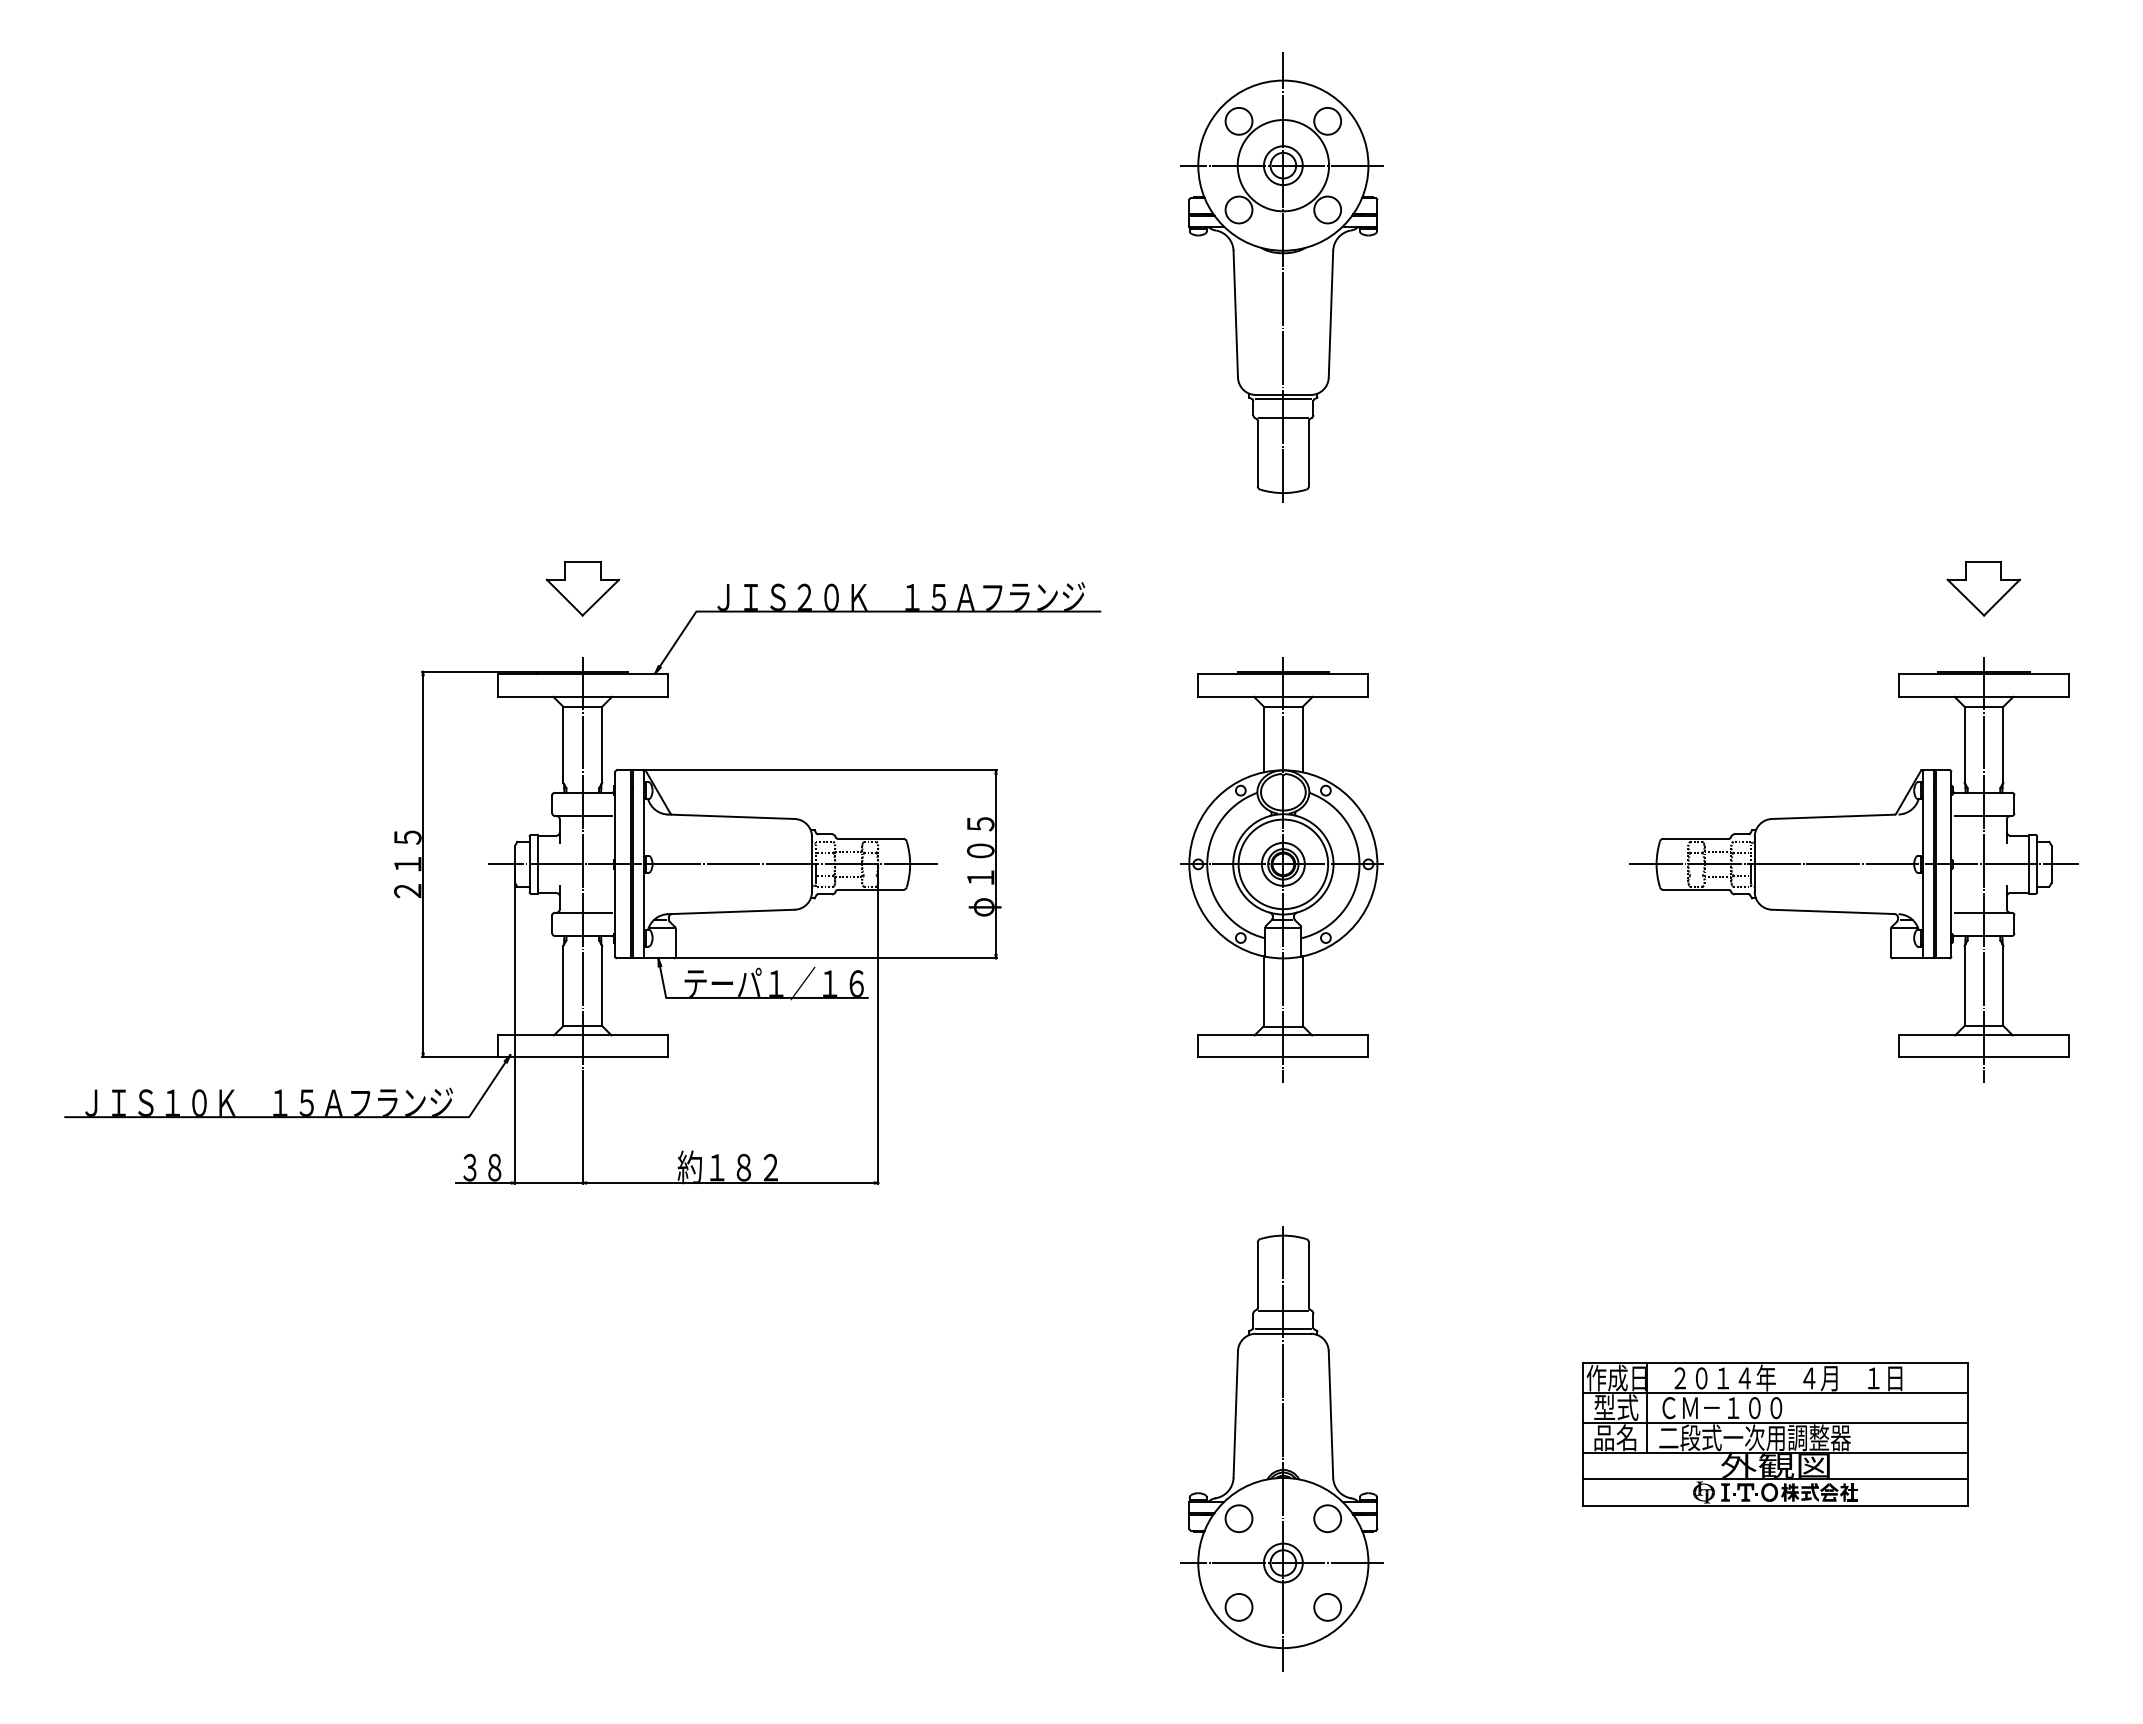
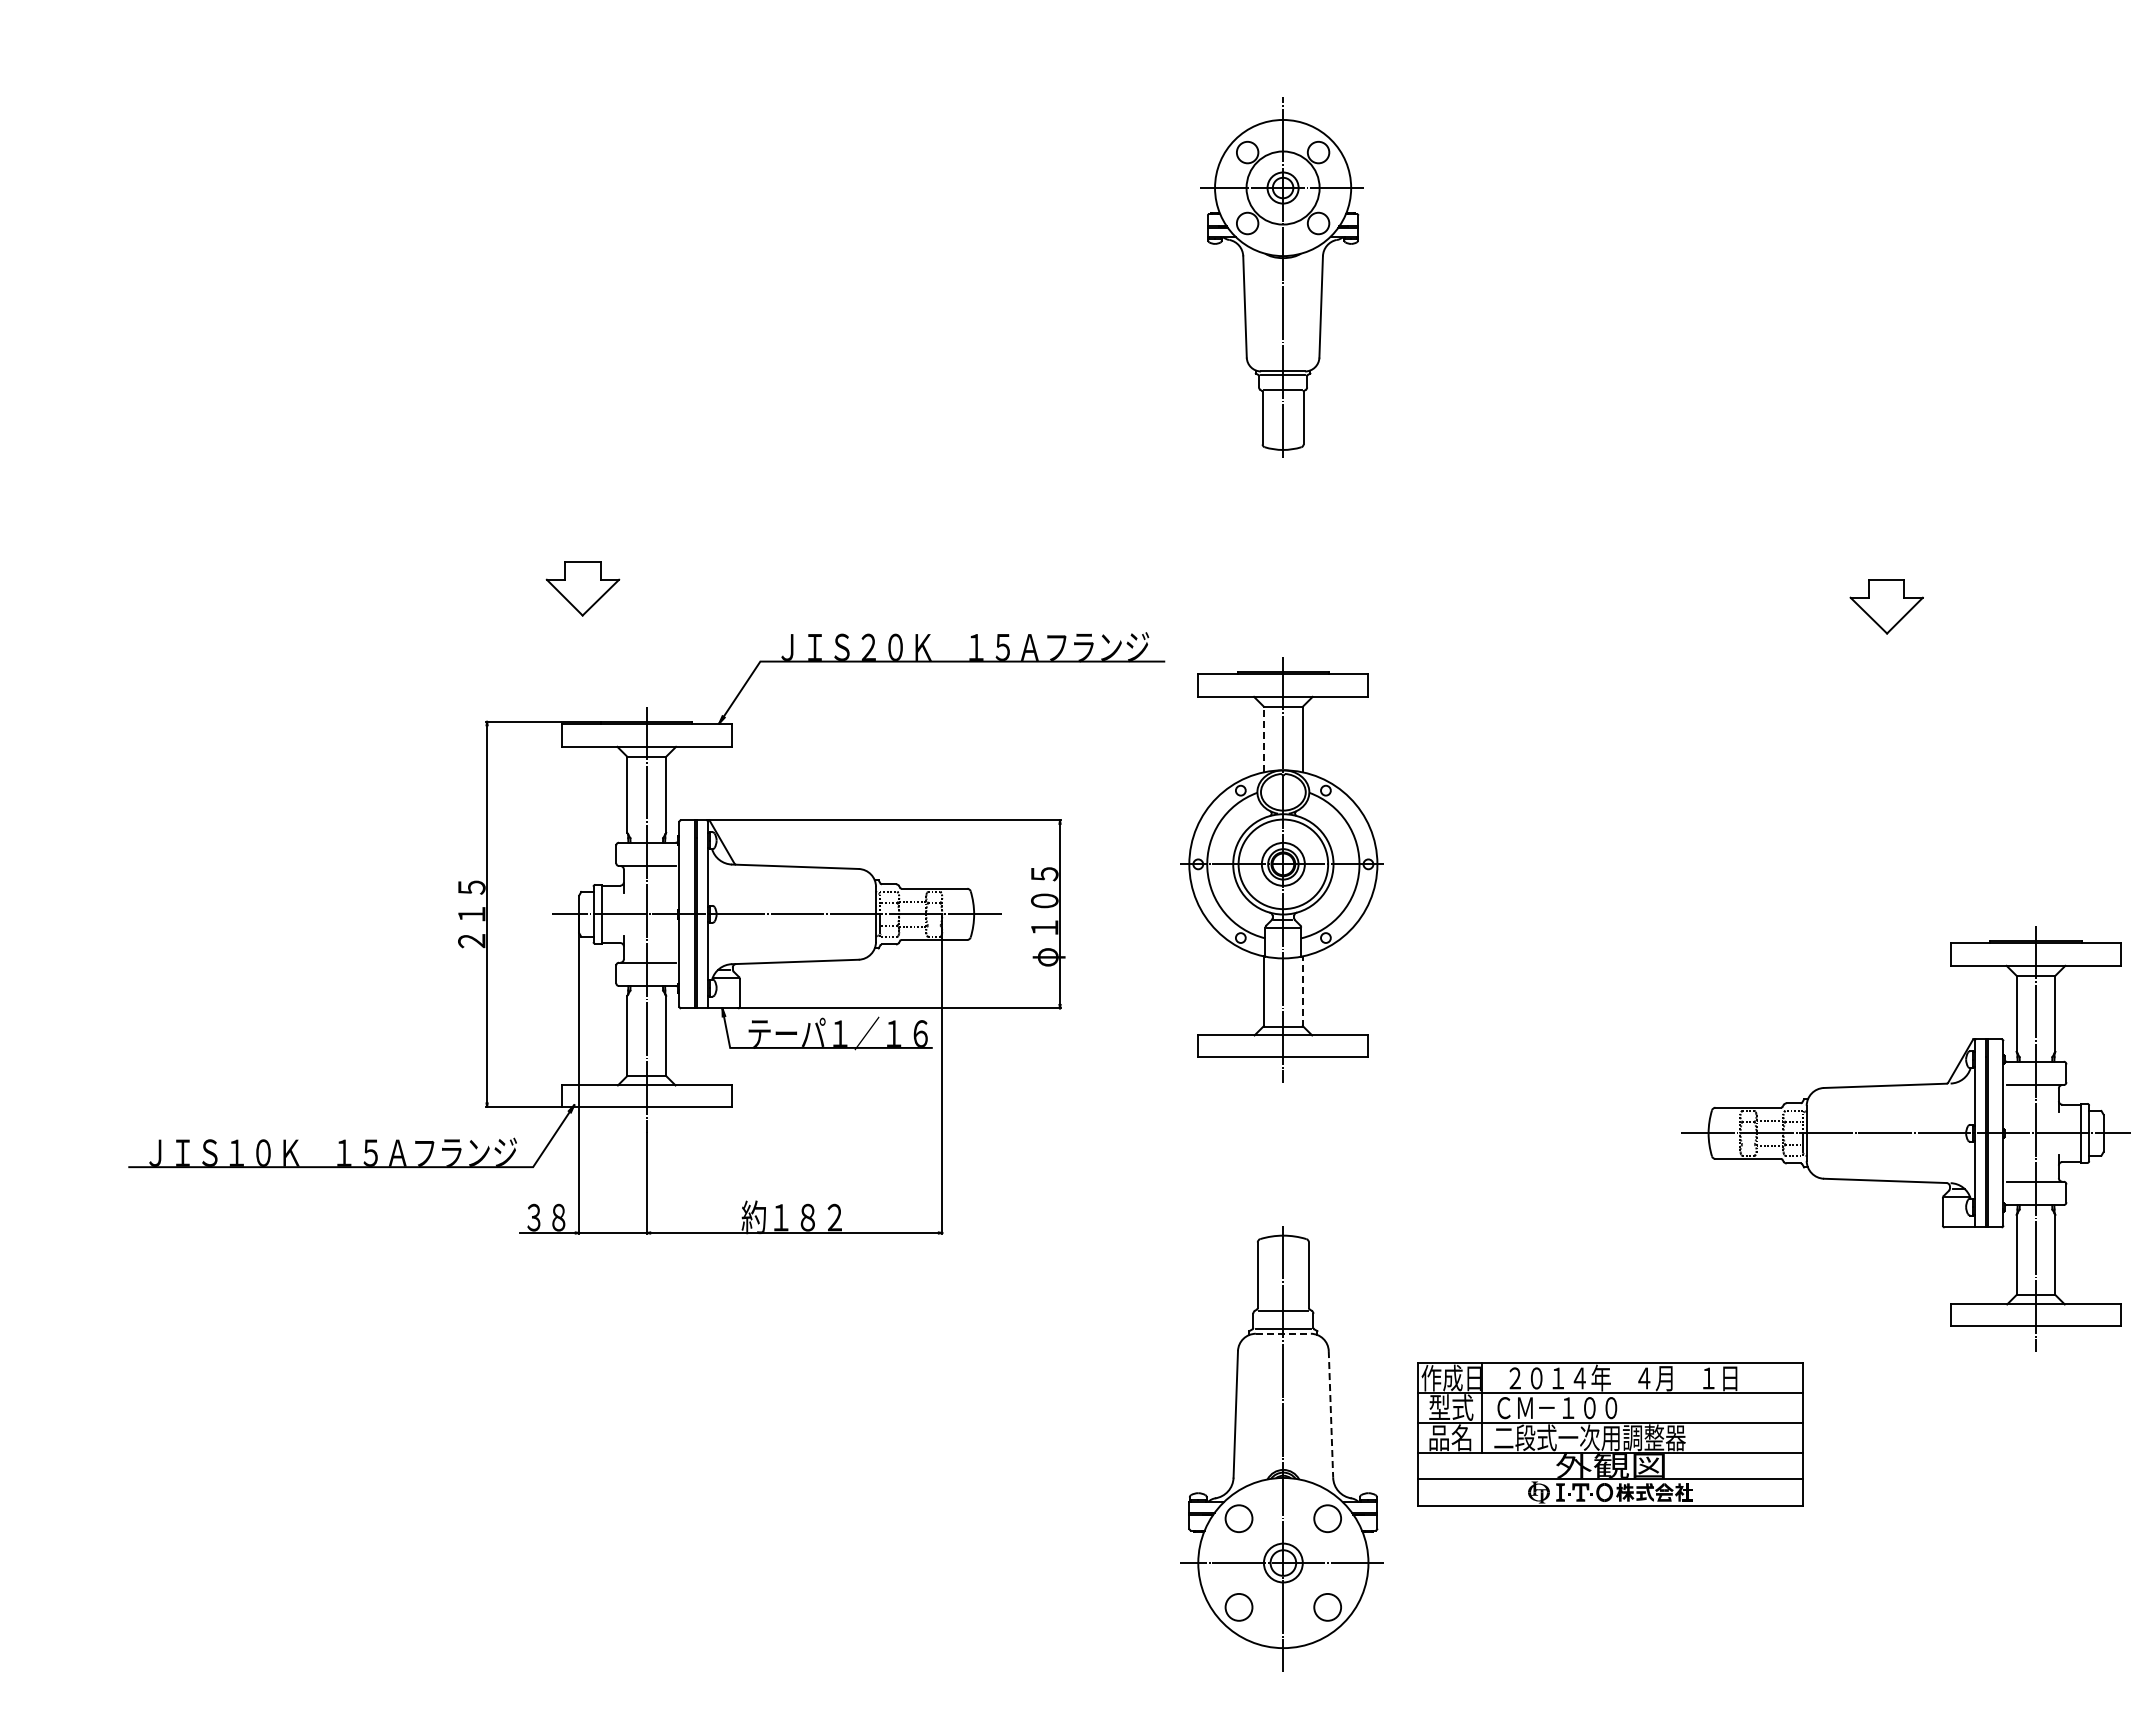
part at (1281, 277) size: 204x451 px -> 164x361 px
part at (1983, 588) position: (1983, 588) -> (1886, 606)
line at (1263, 739): solid -> dashed
part at (1853, 869) position: (1853, 869) -> (1905, 1138)
part at (582, 883) position: (582, 883) -> (646, 933)
line at (1303, 990): solid -> dashed
line at (1283, 1333): solid -> dashed
line at (1330, 1414): solid -> dashed
part at (1775, 1434) position: (1775, 1434) -> (1610, 1434)
